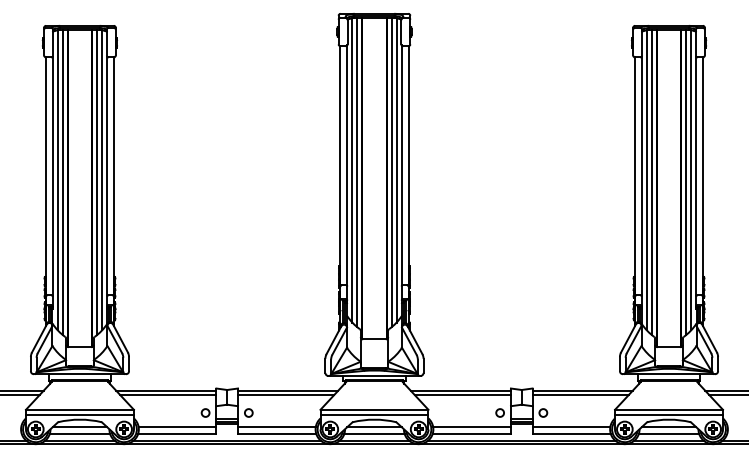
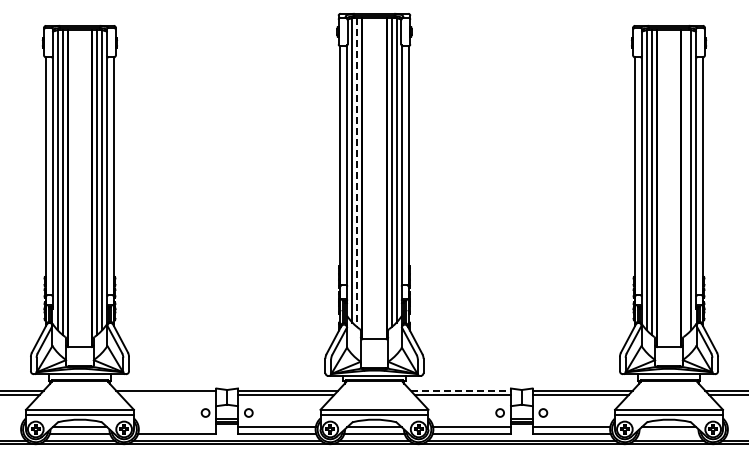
line at (357, 172): solid -> dashed
line at (686, 181): present -> none
line at (461, 390): solid -> dashed
line at (167, 394): present -> none
line at (177, 427): present -> none
line at (668, 434): present -> none
